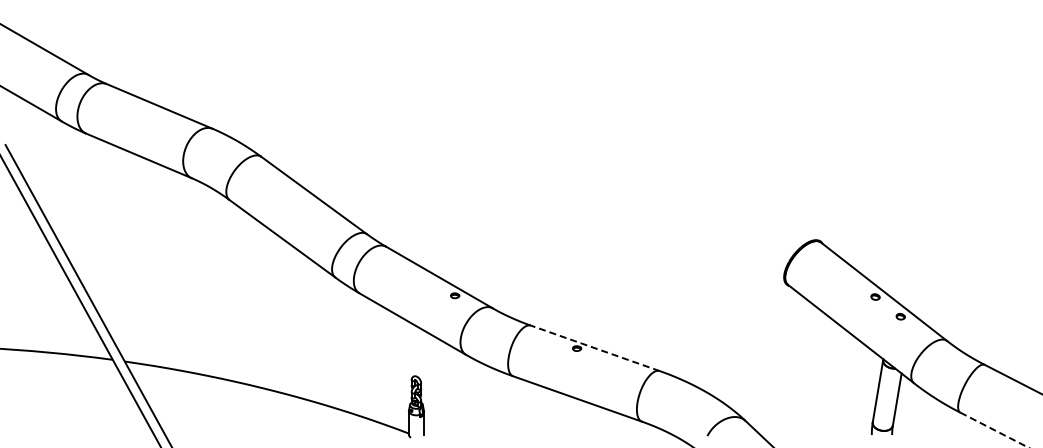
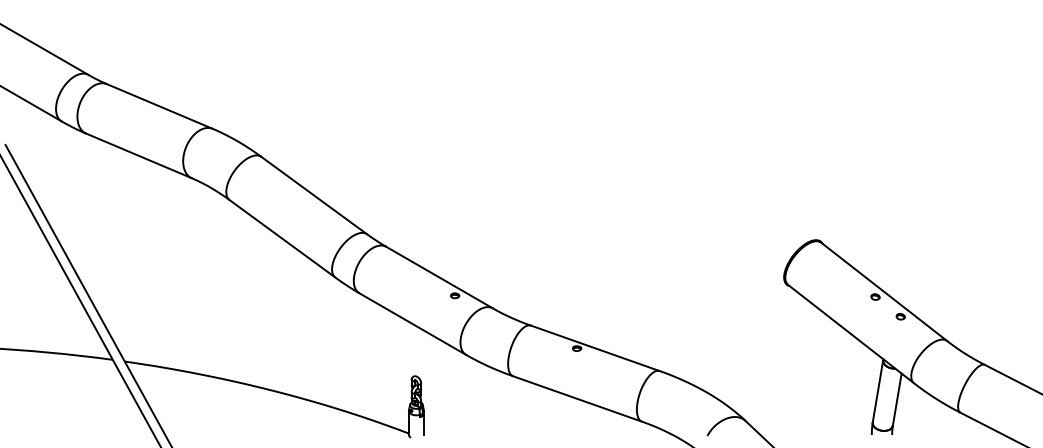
line at (594, 348): dashed -> solid
line at (994, 430): dashed -> solid
